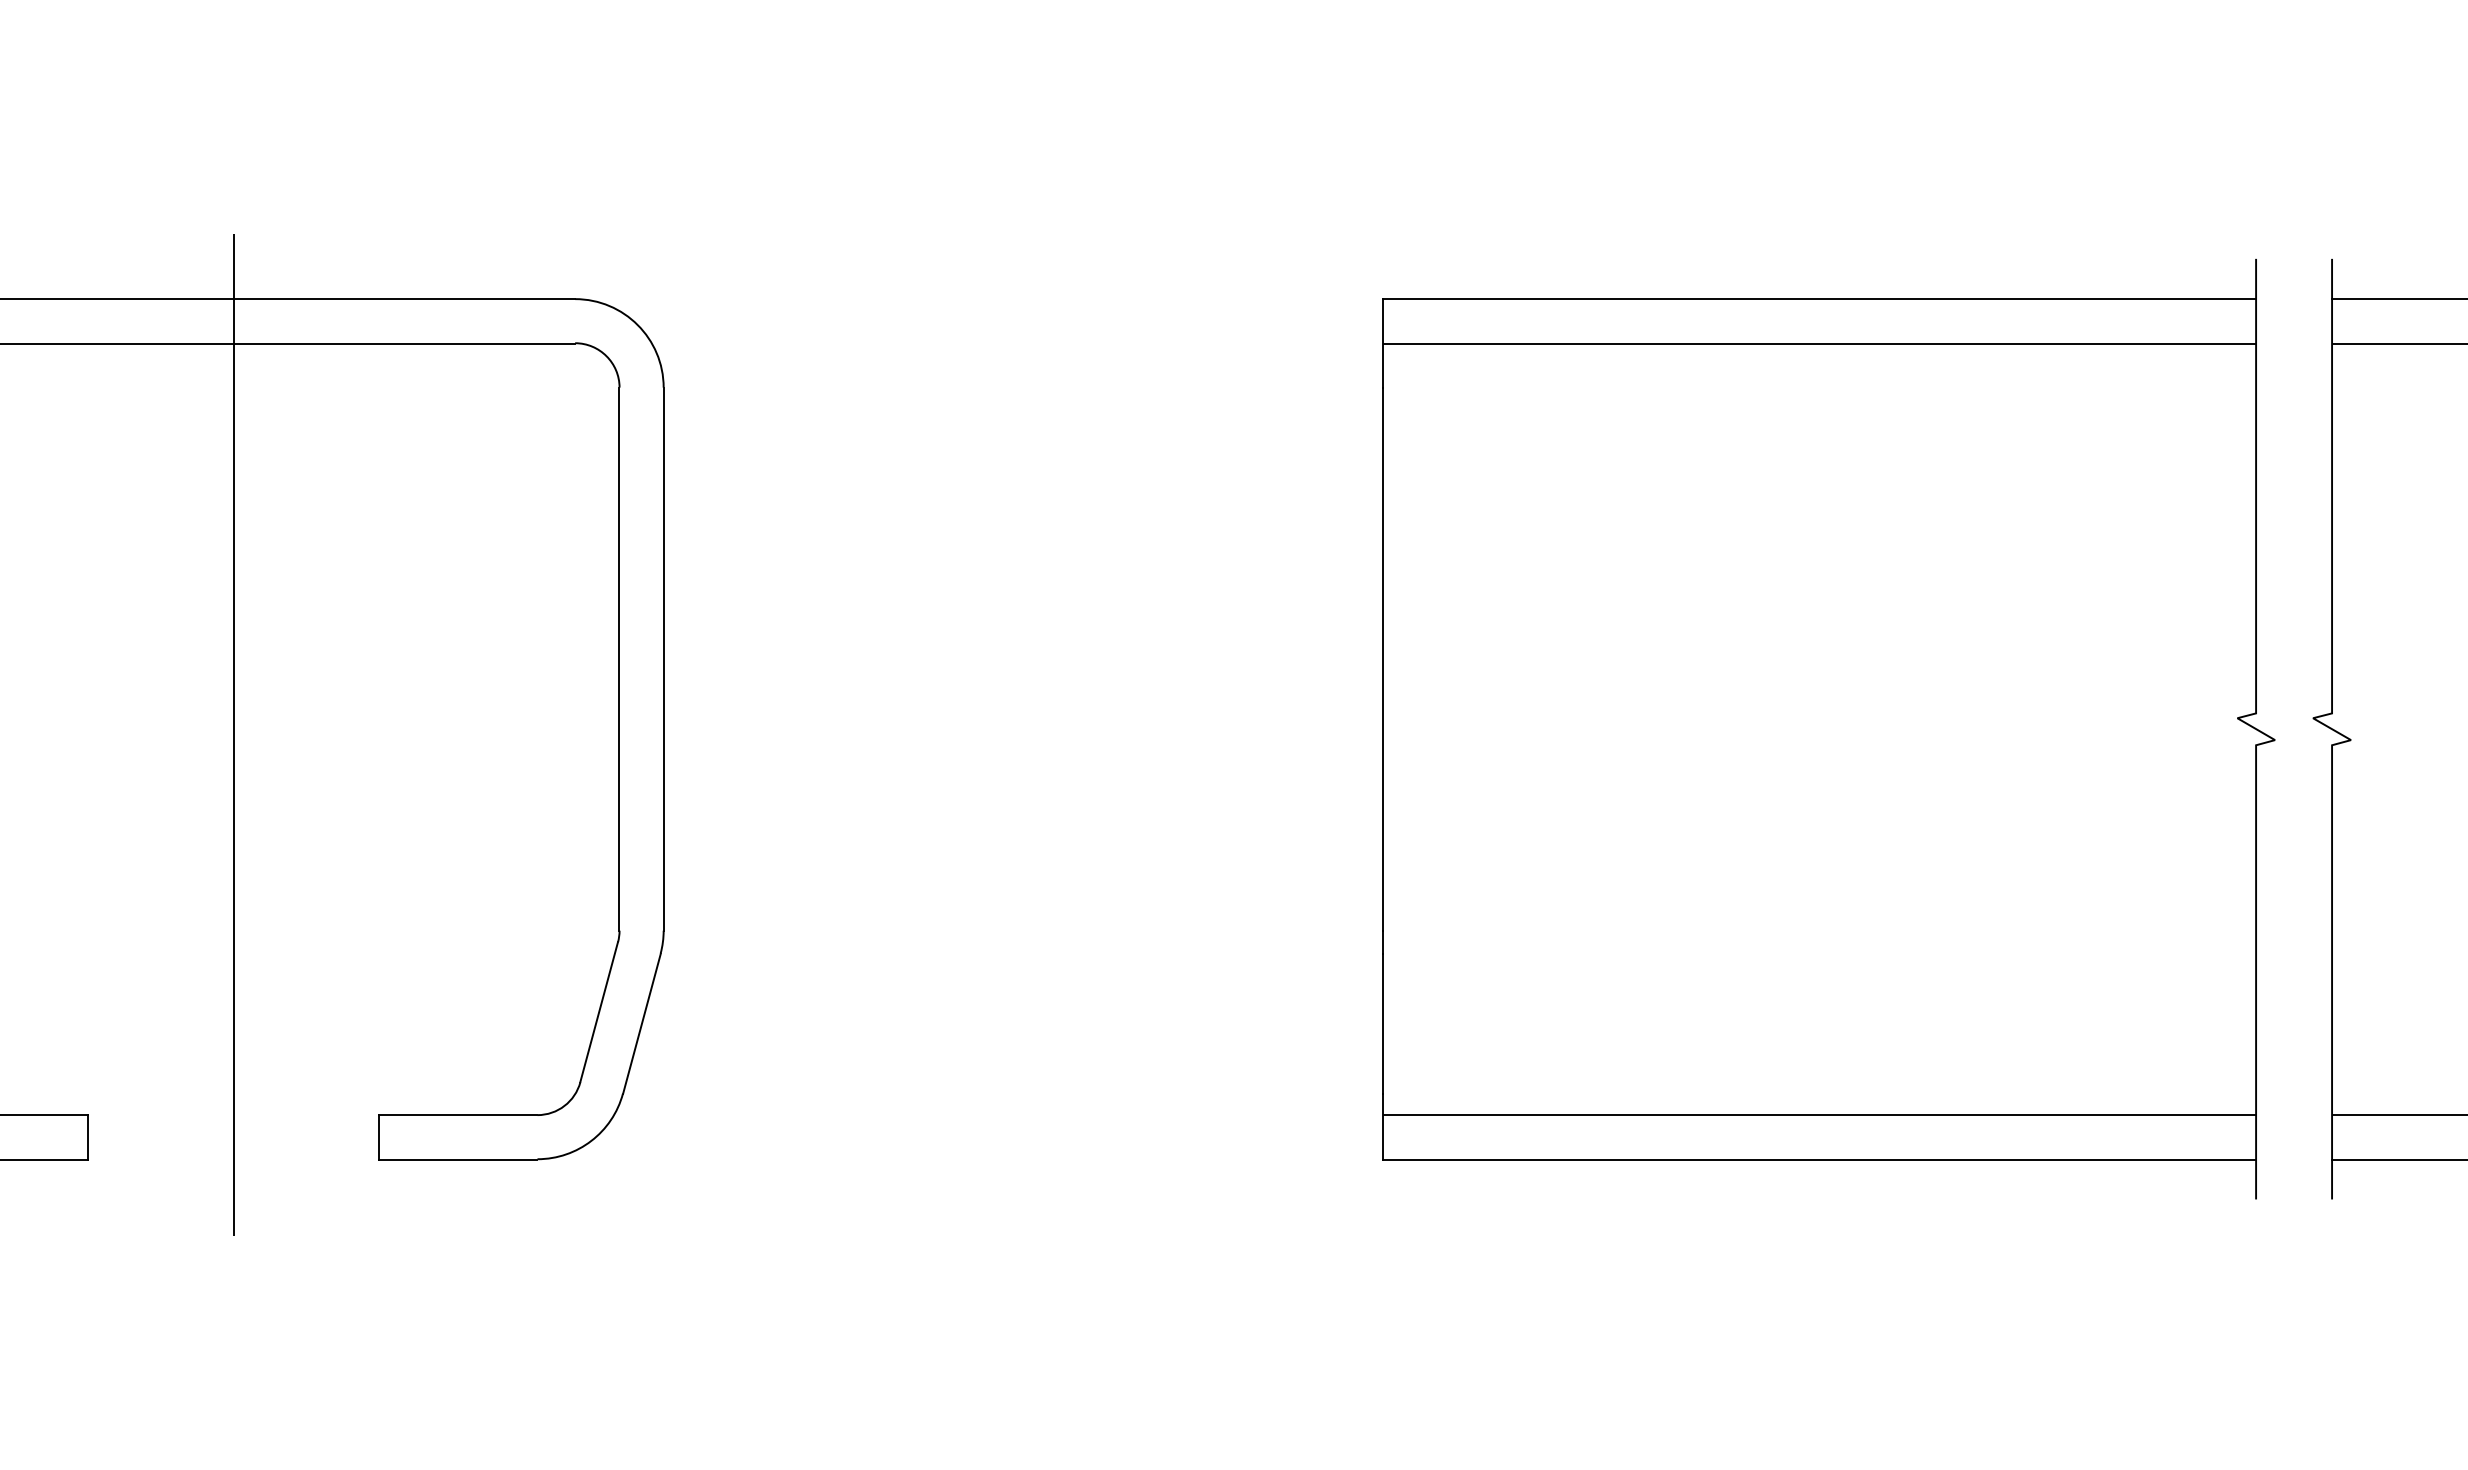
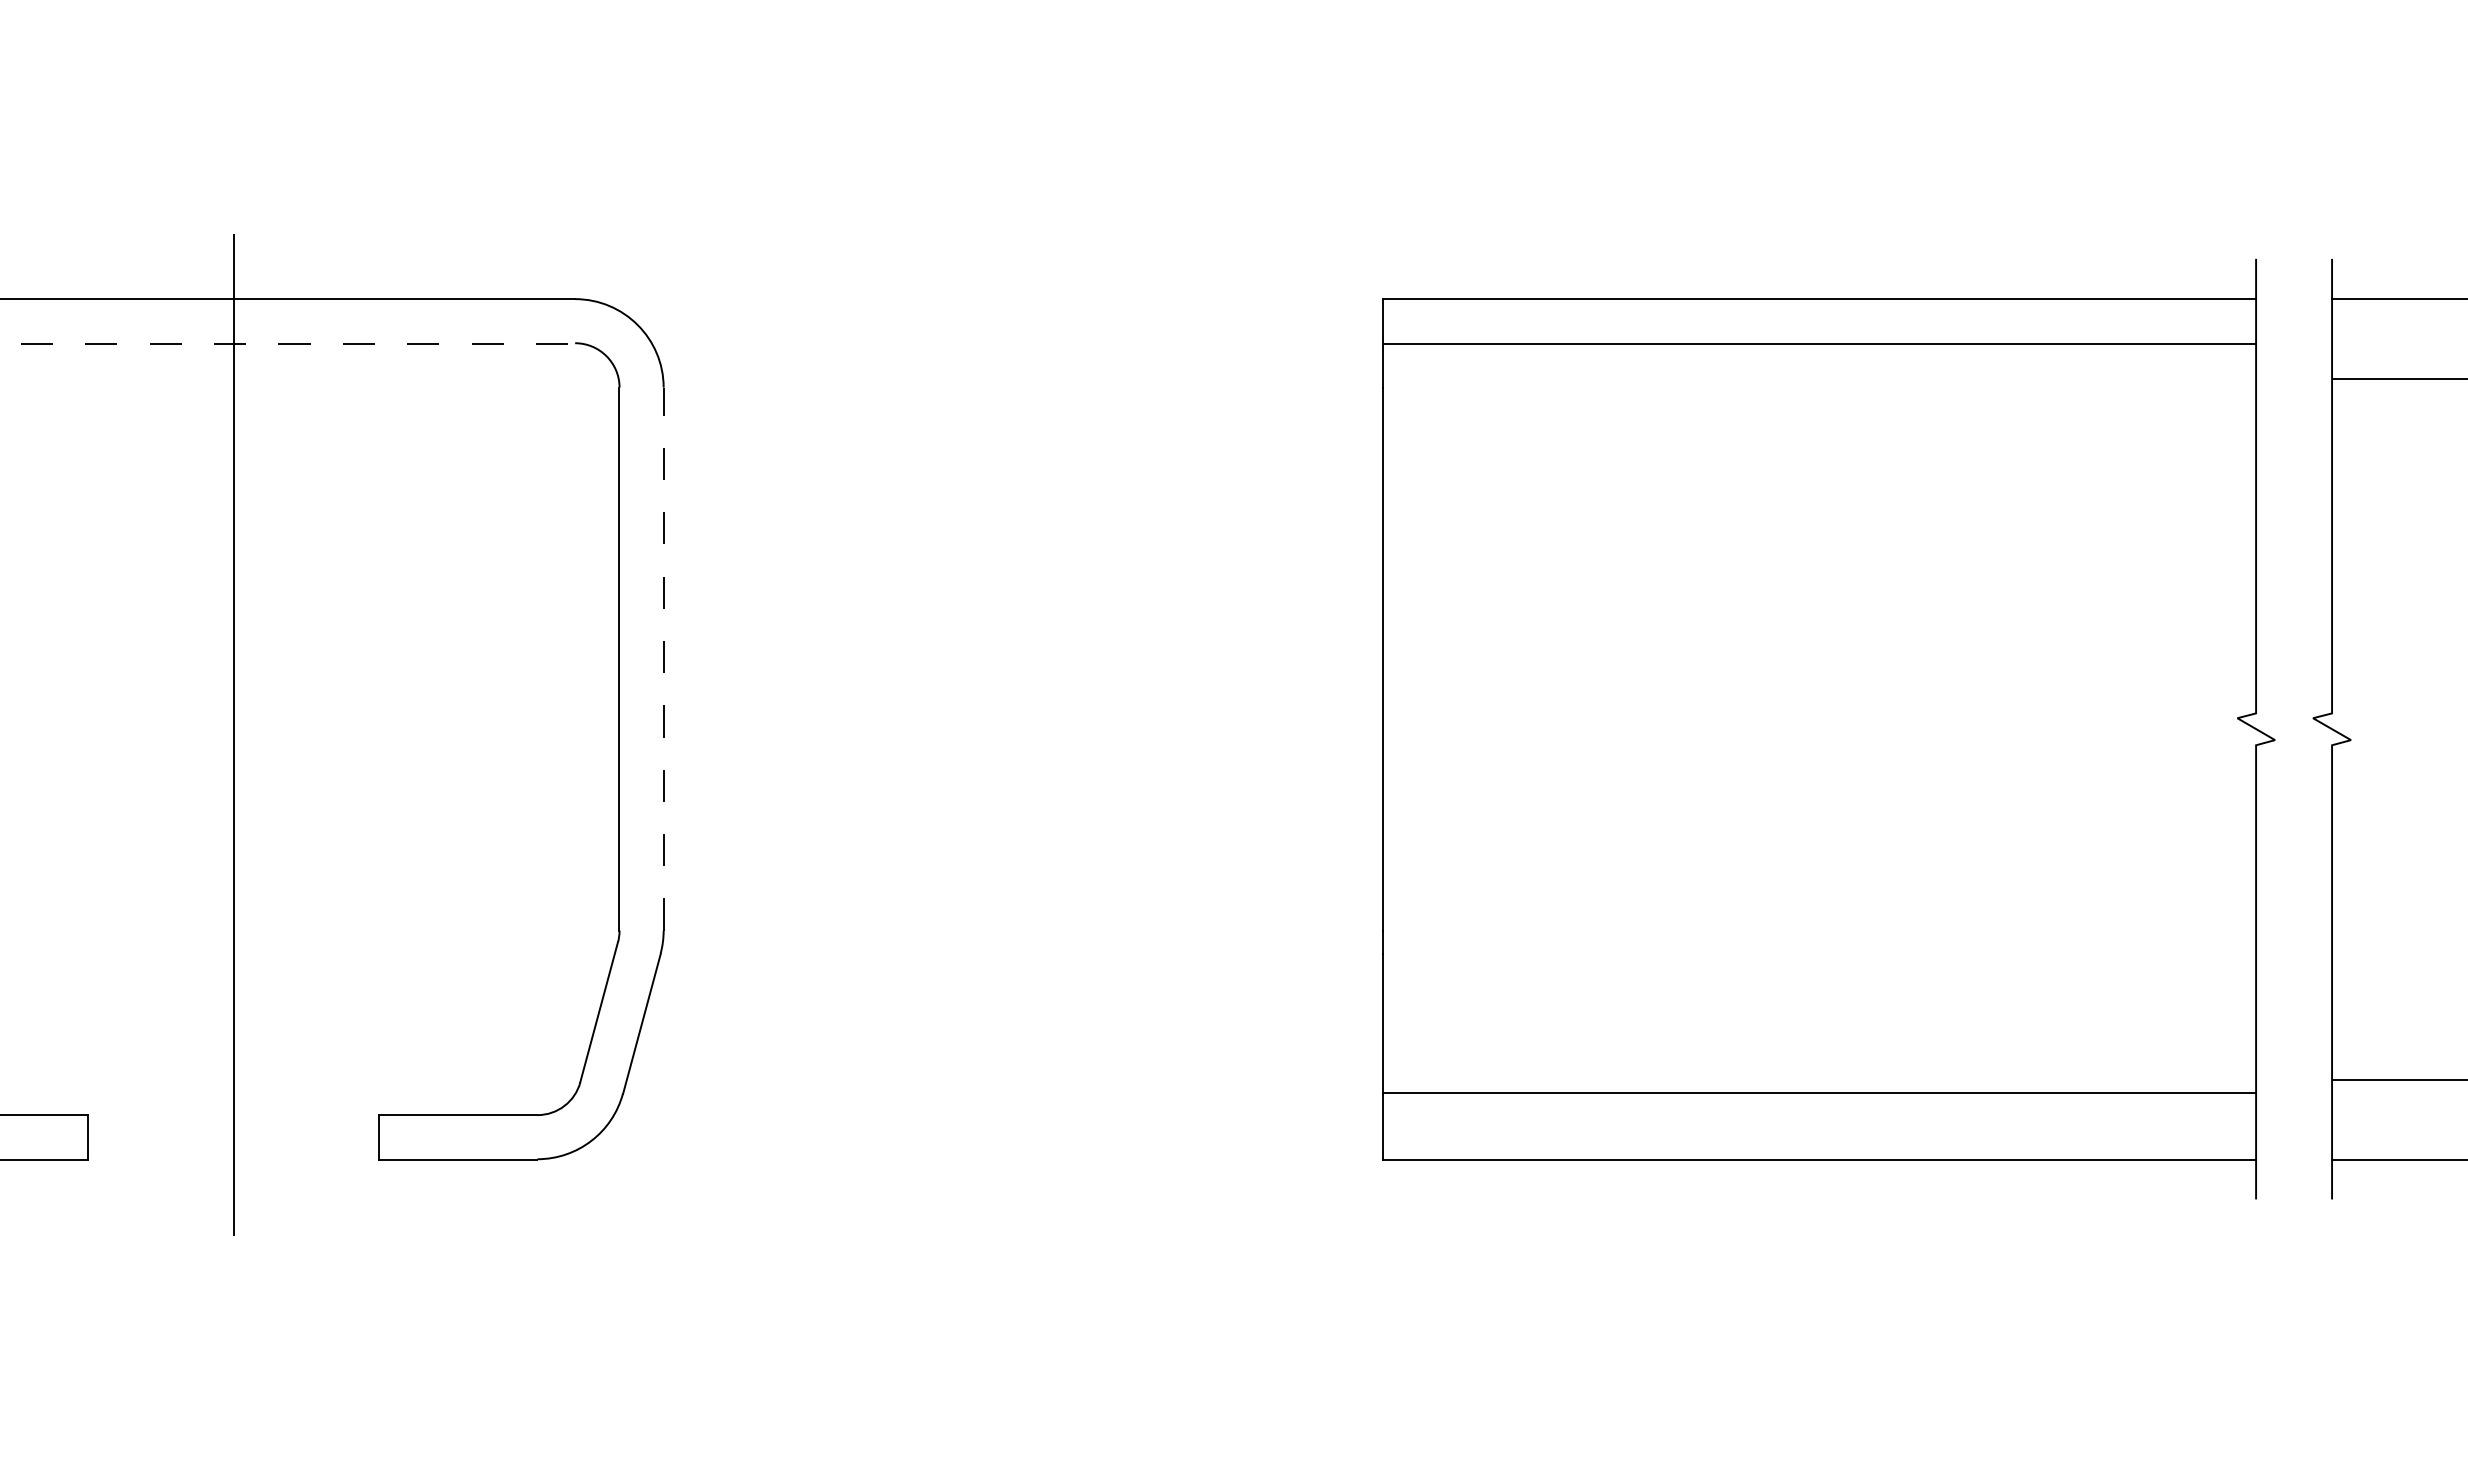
line at (288, 343): solid -> dashed
line at (2398, 343) position: (2398, 343) -> (2398, 378)
line at (663, 659): solid -> dashed
line at (1819, 1115) position: (1819, 1115) -> (1819, 1093)
line at (2398, 1115) position: (2398, 1115) -> (2398, 1080)
